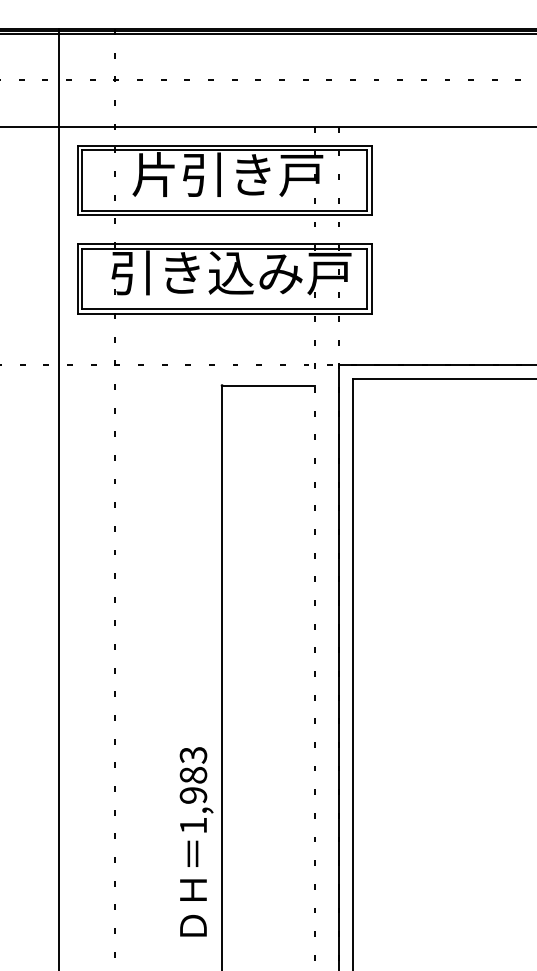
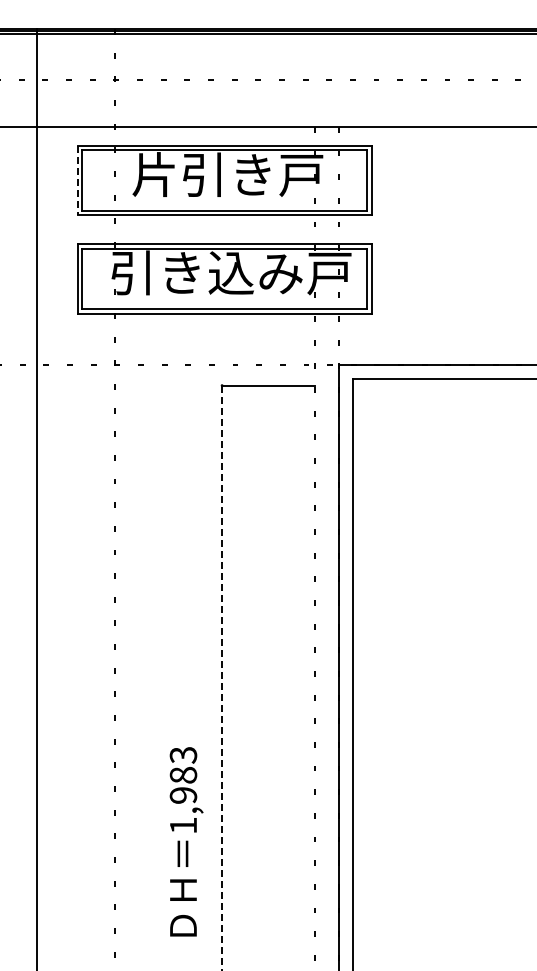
line at (77, 180): solid -> dashed
line at (59, 498) position: (59, 498) -> (37, 498)
line at (222, 678): solid -> dashed
text at (196, 841) position: (196, 841) -> (186, 841)
